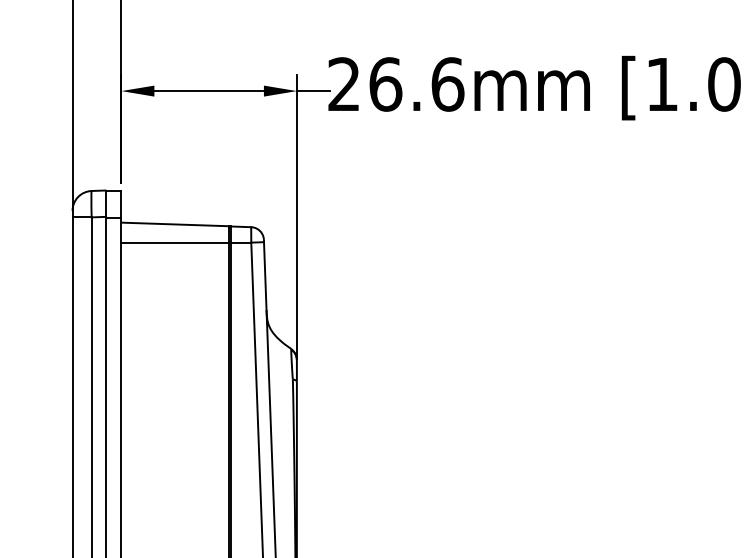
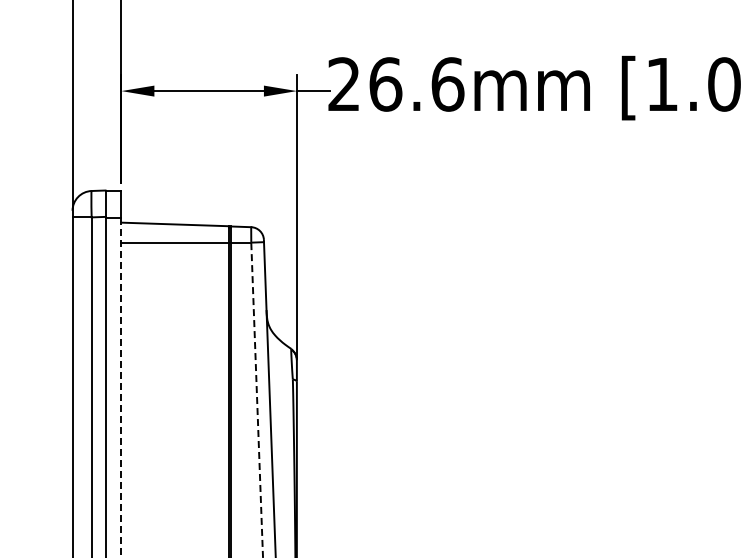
line at (121, 387): solid -> dashed
line at (257, 399): solid -> dashed
